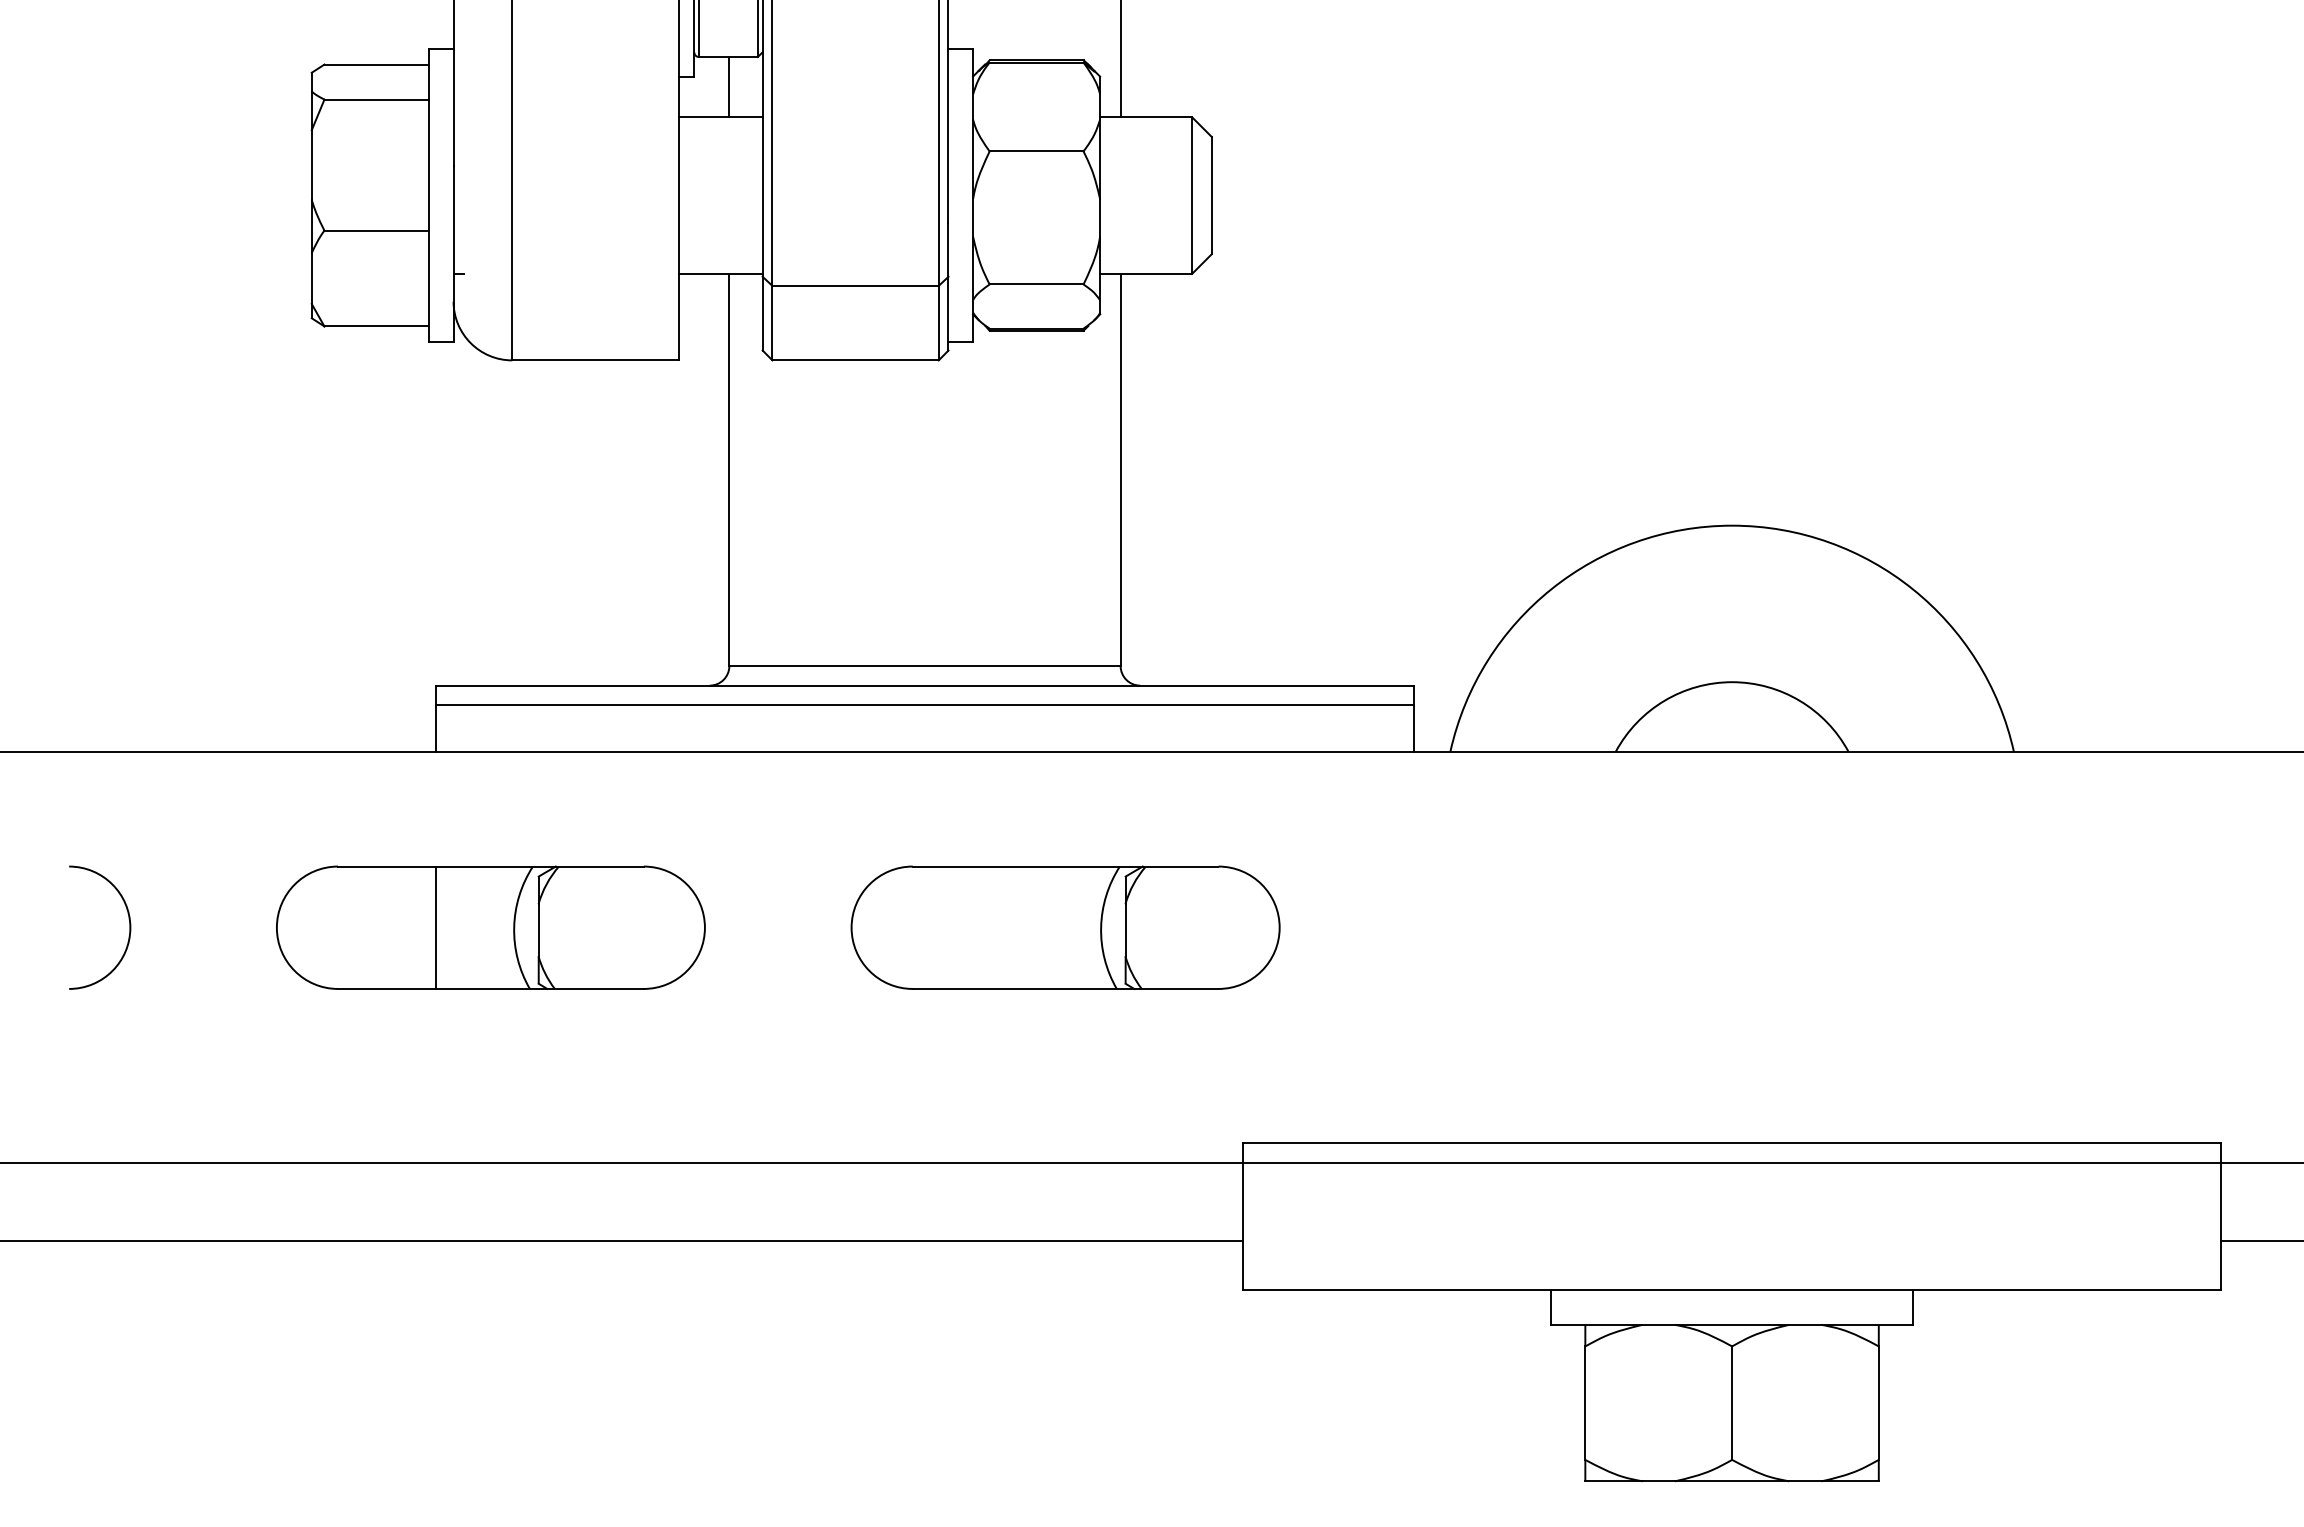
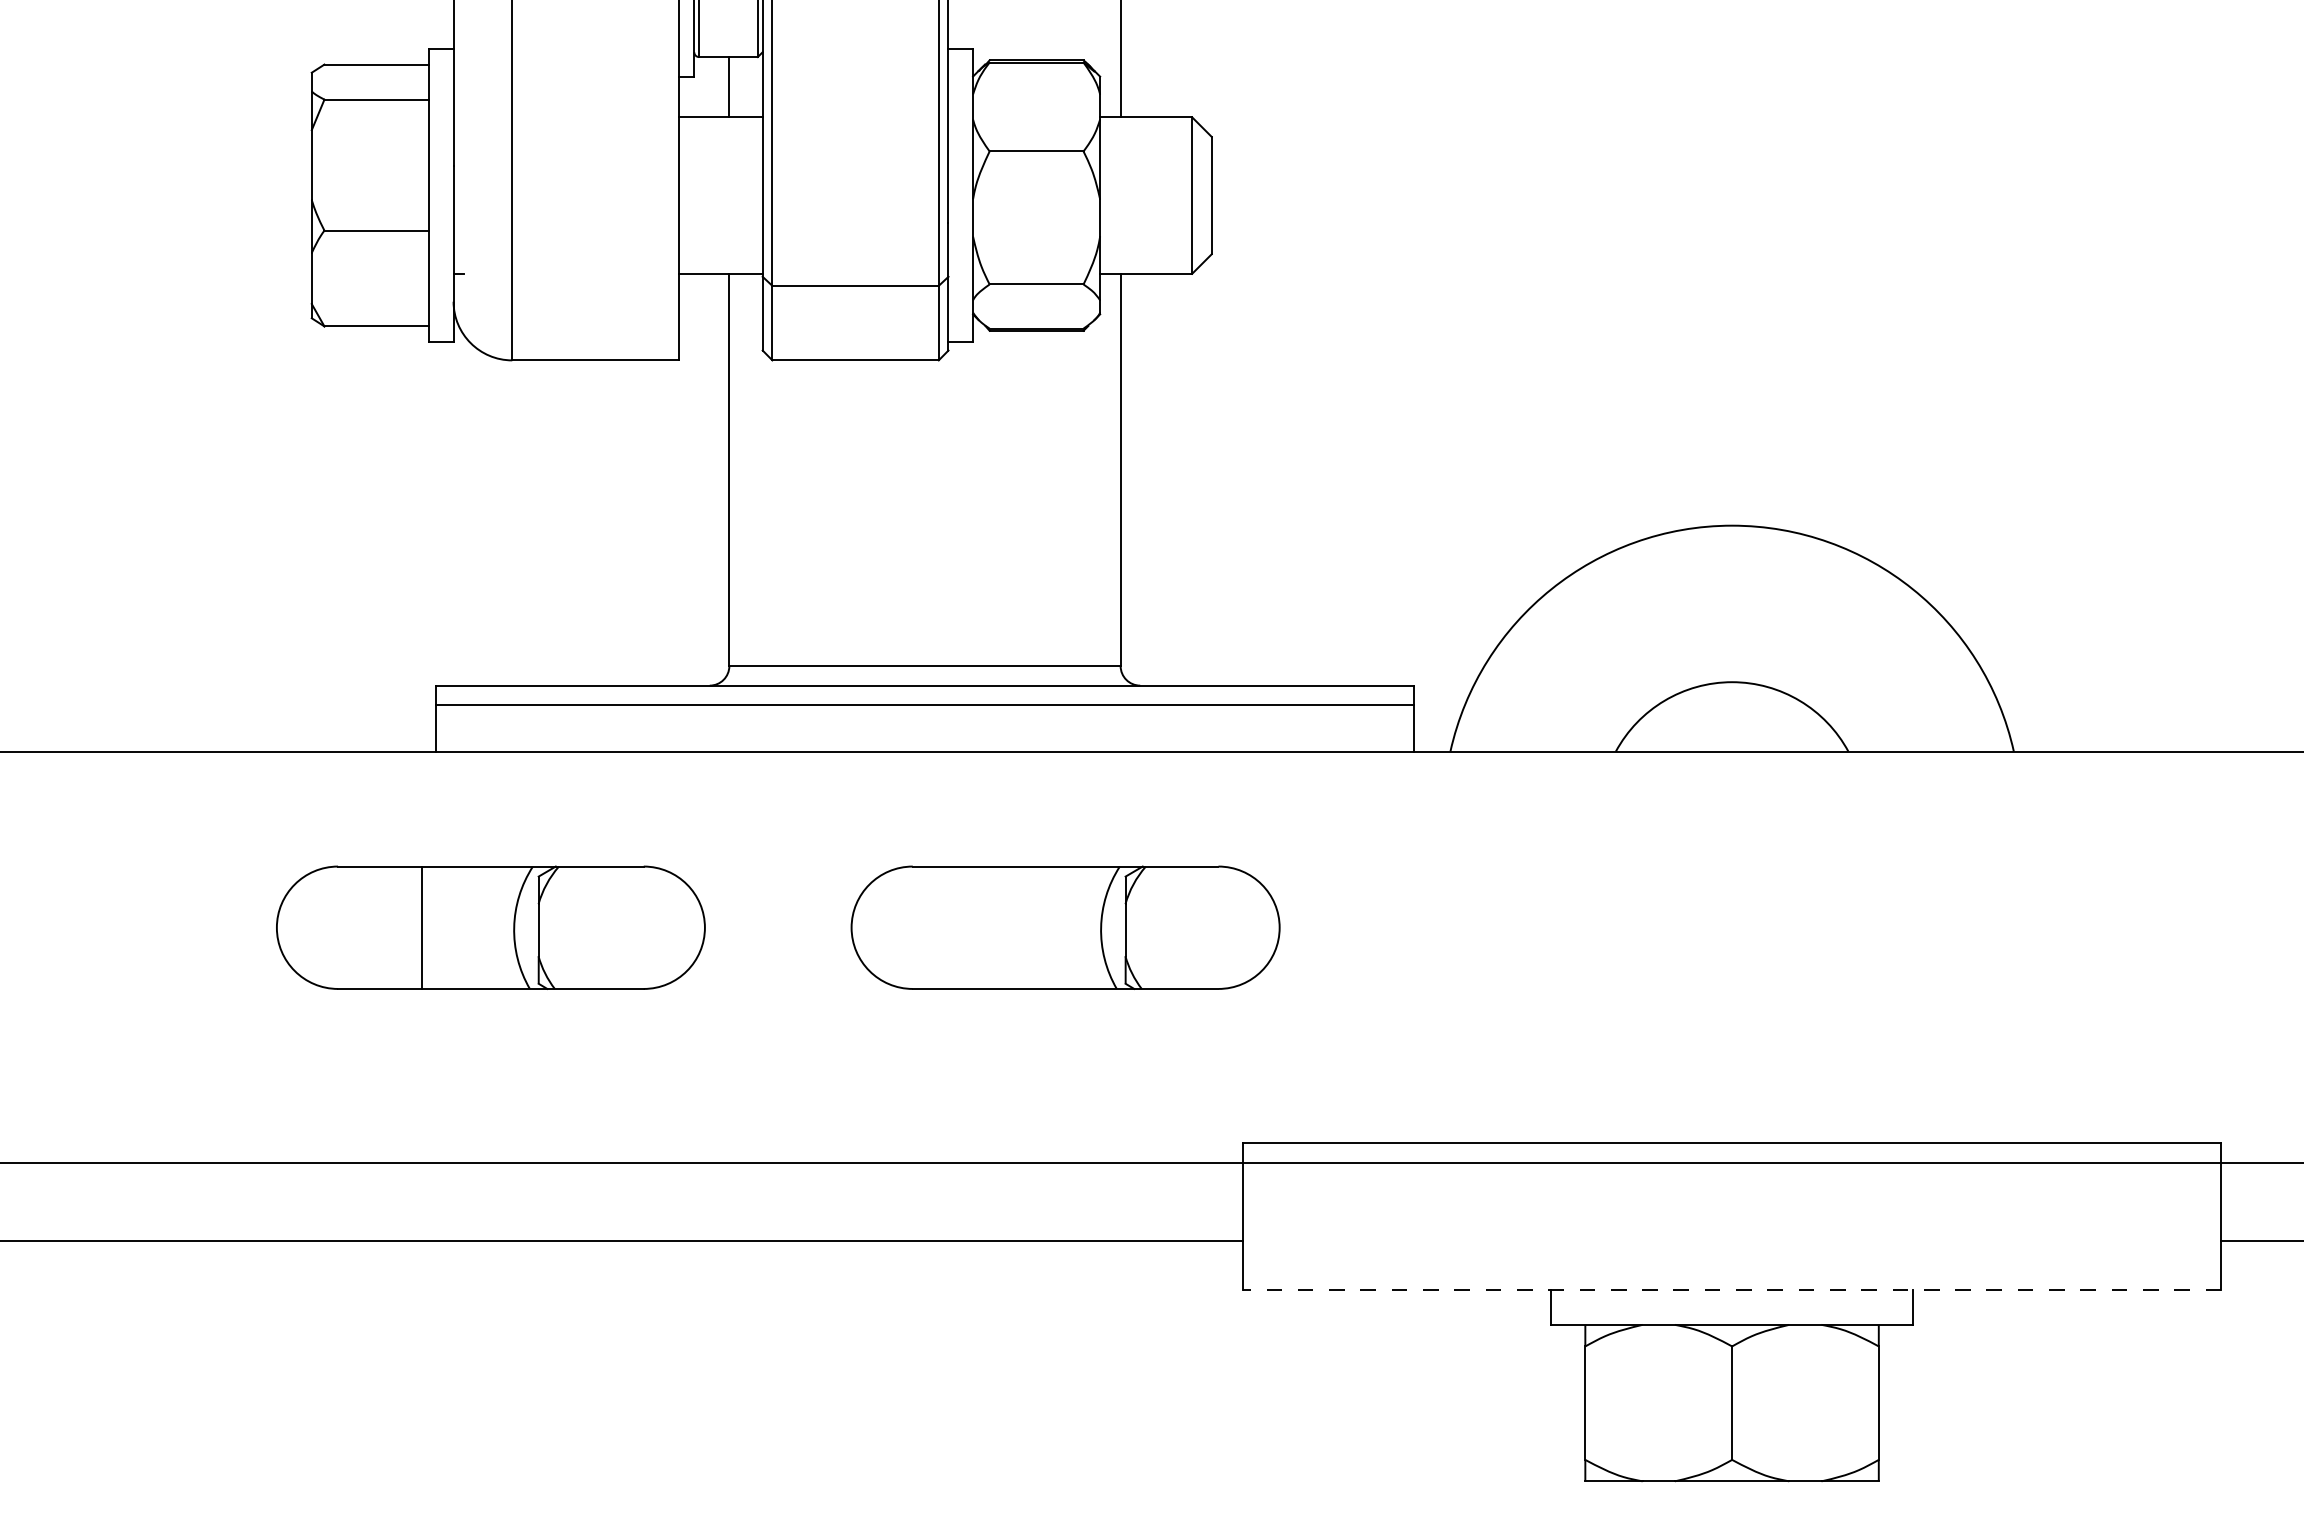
arc at (129, 927): present -> none
line at (435, 927) position: (435, 927) -> (421, 927)
line at (1731, 1289): solid -> dashed
